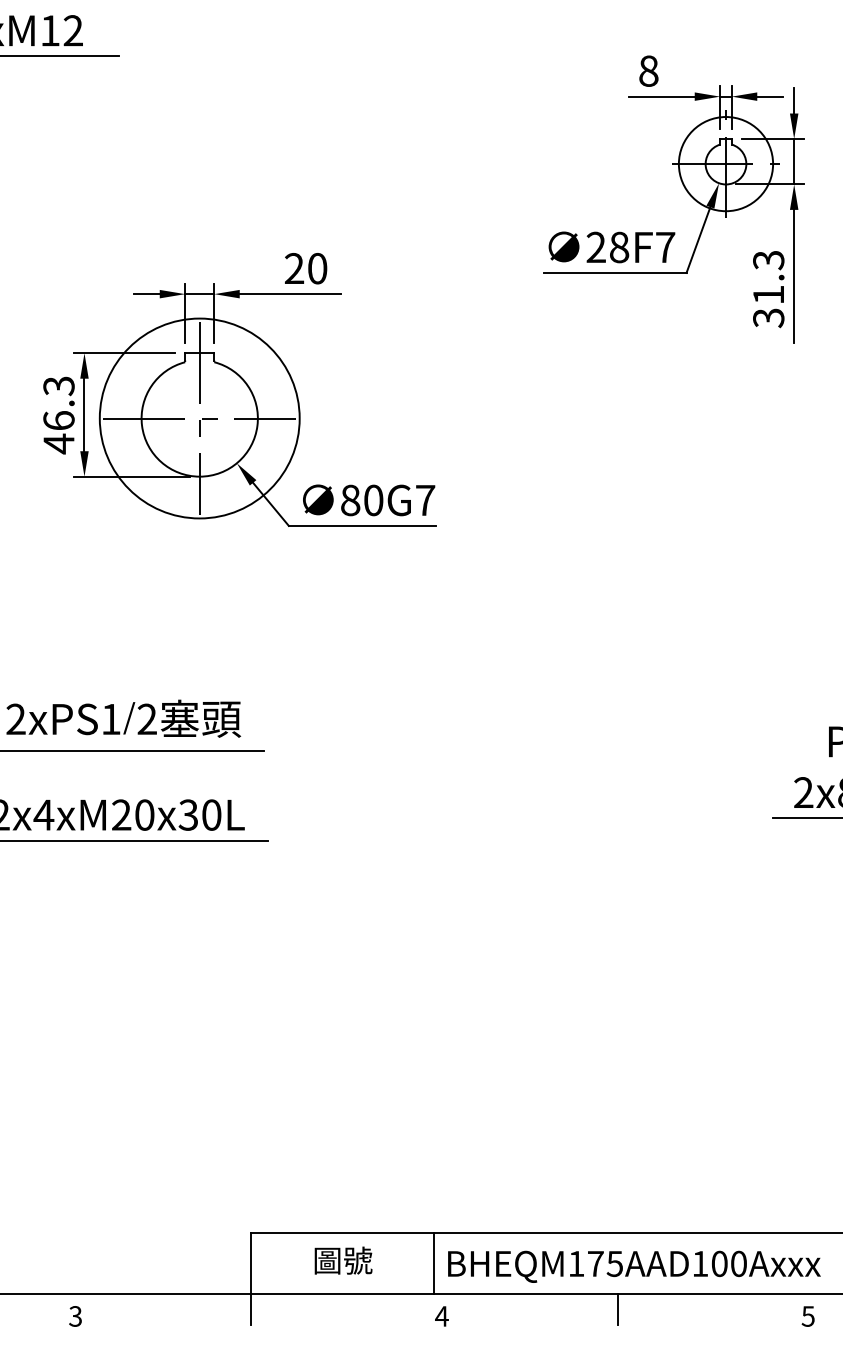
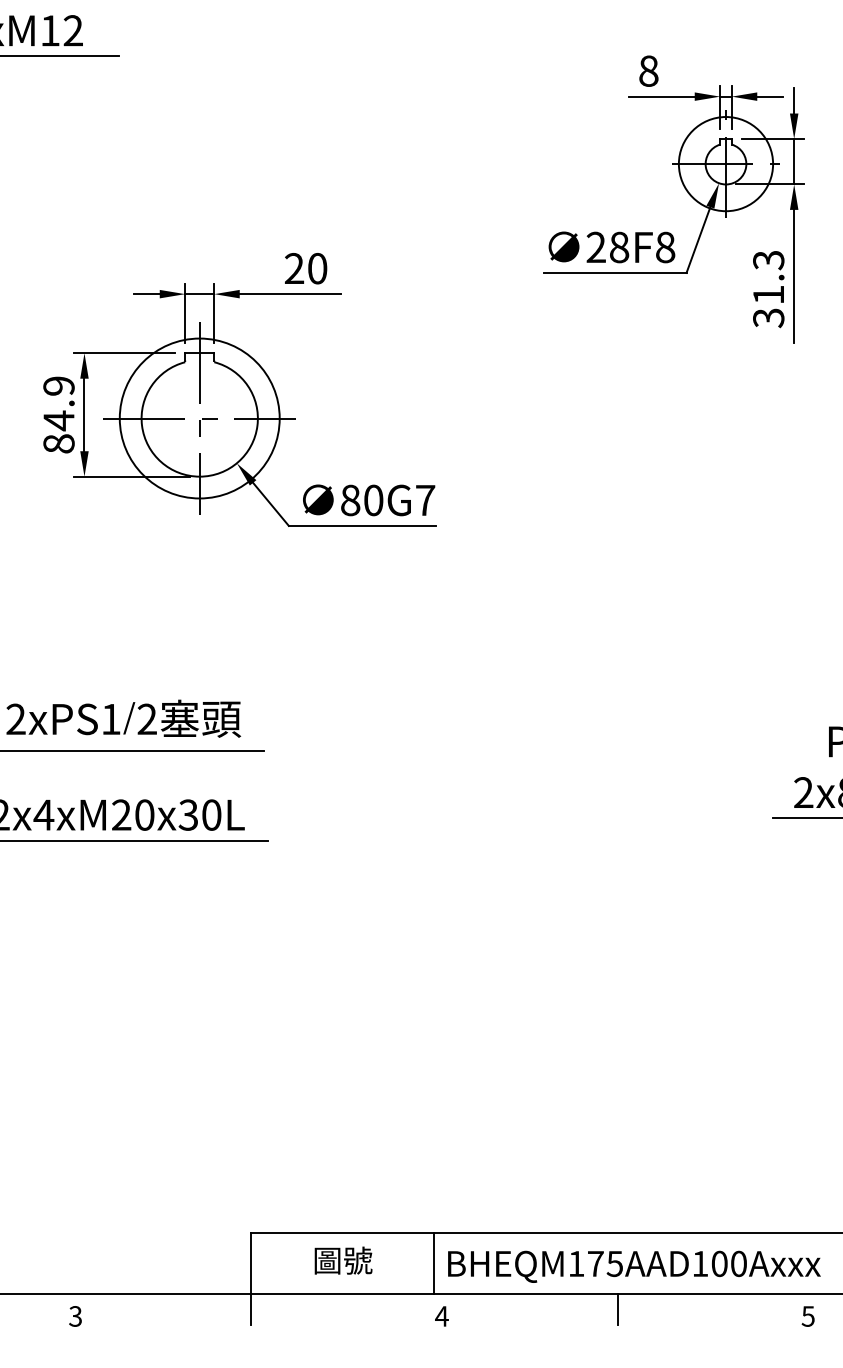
text at (665, 247): 28F7 -> 28F8
text at (58, 415): 46.3 -> 84.9
circle at (199, 418) diameter: 200 px -> 160 px
